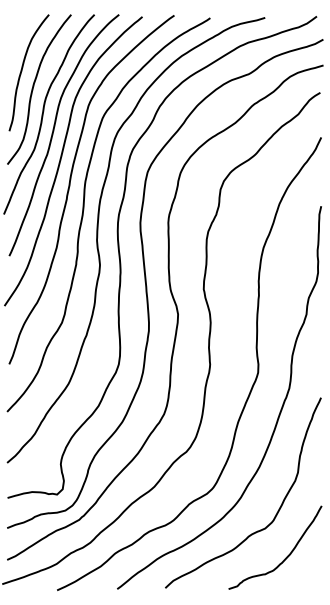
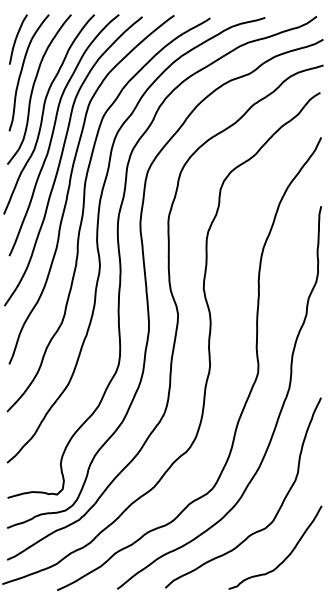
curve at (17, 38): none -> present
